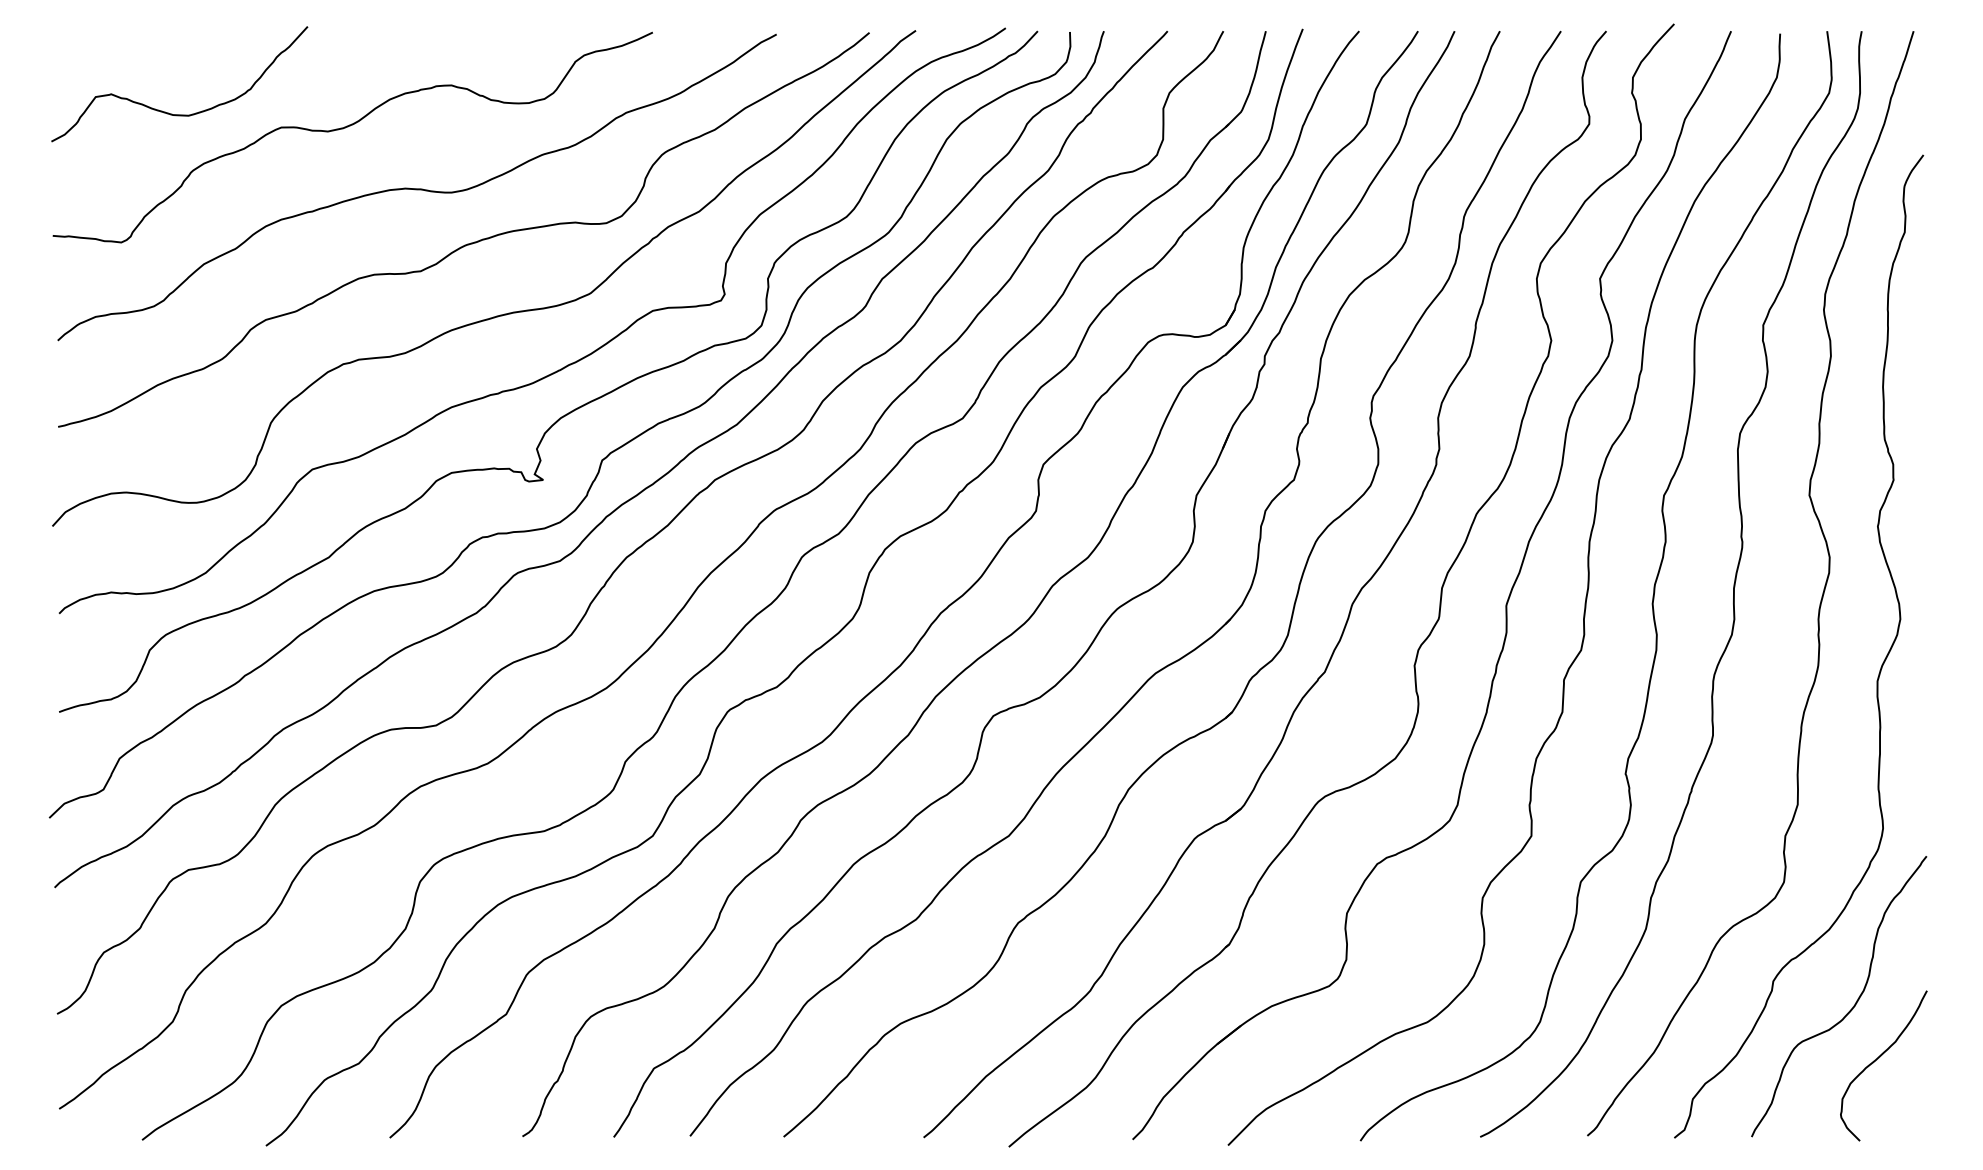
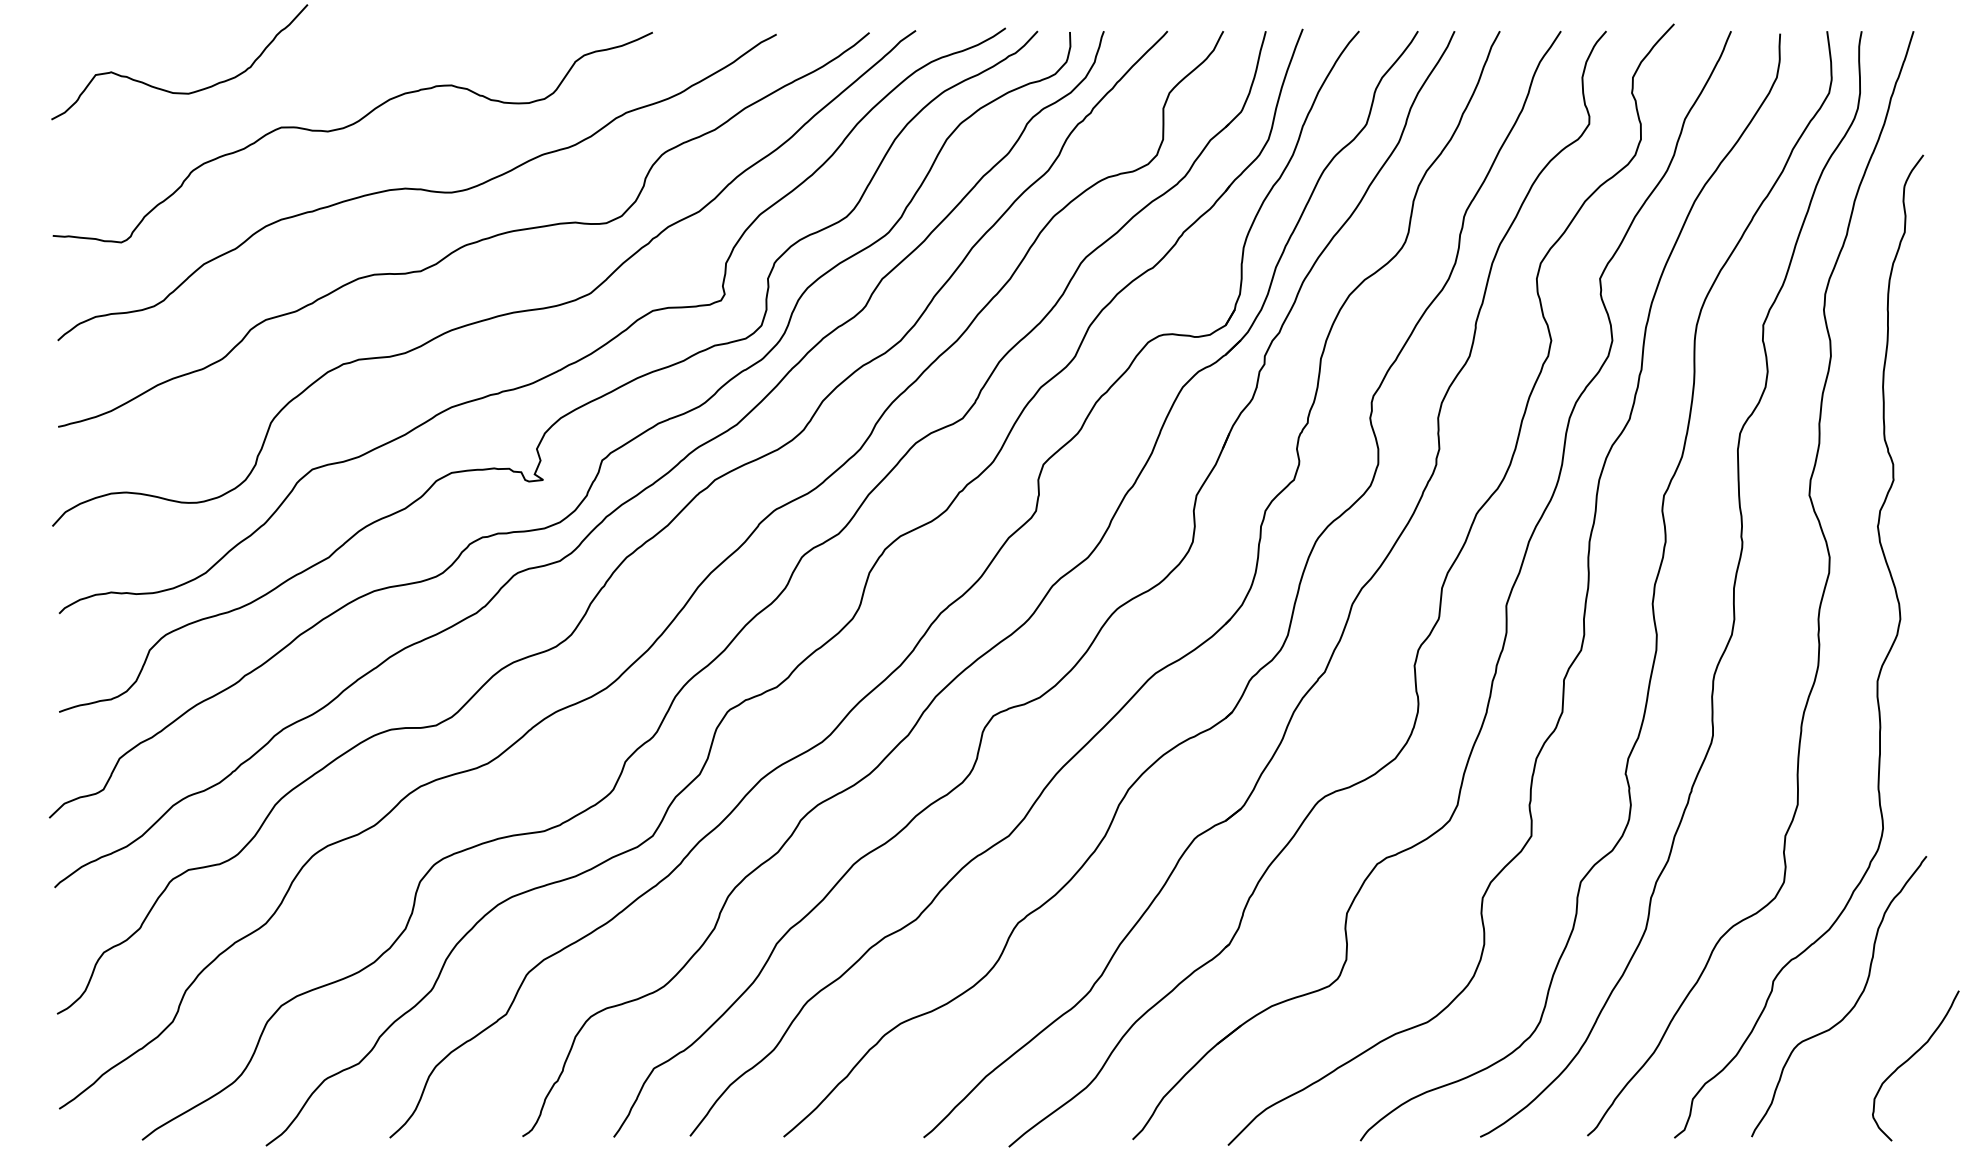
curve at (172, 113) position: (172, 113) -> (172, 91)
curve at (1879, 1058) position: (1879, 1058) -> (1911, 1058)
